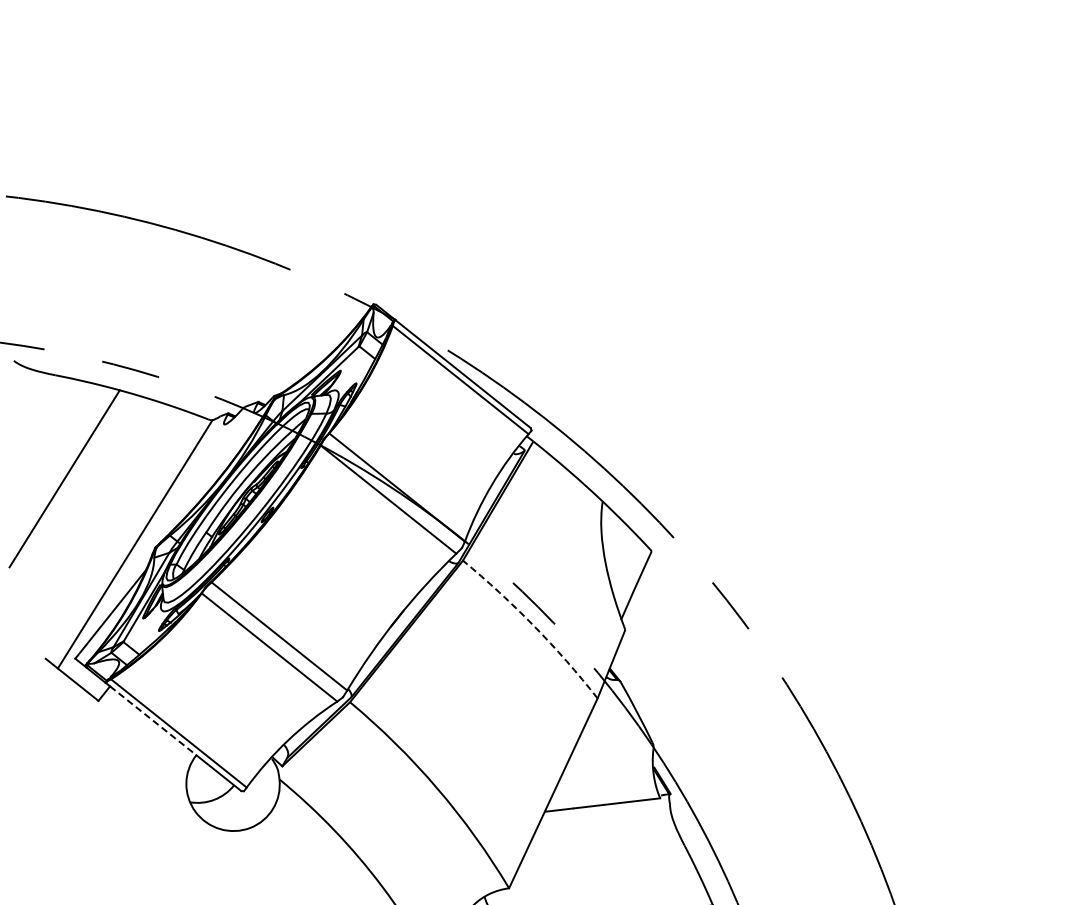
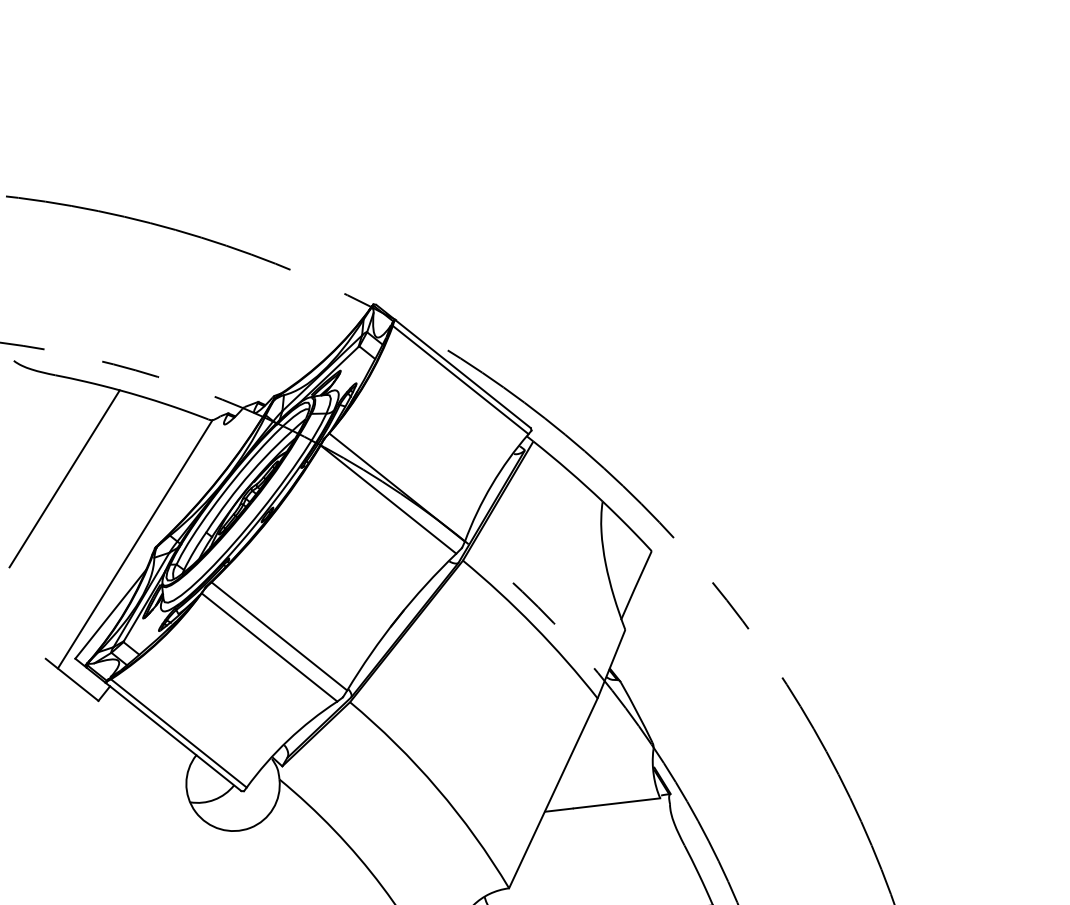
arc at (533, 625): dashed -> solid
line at (153, 721): dashed -> solid
